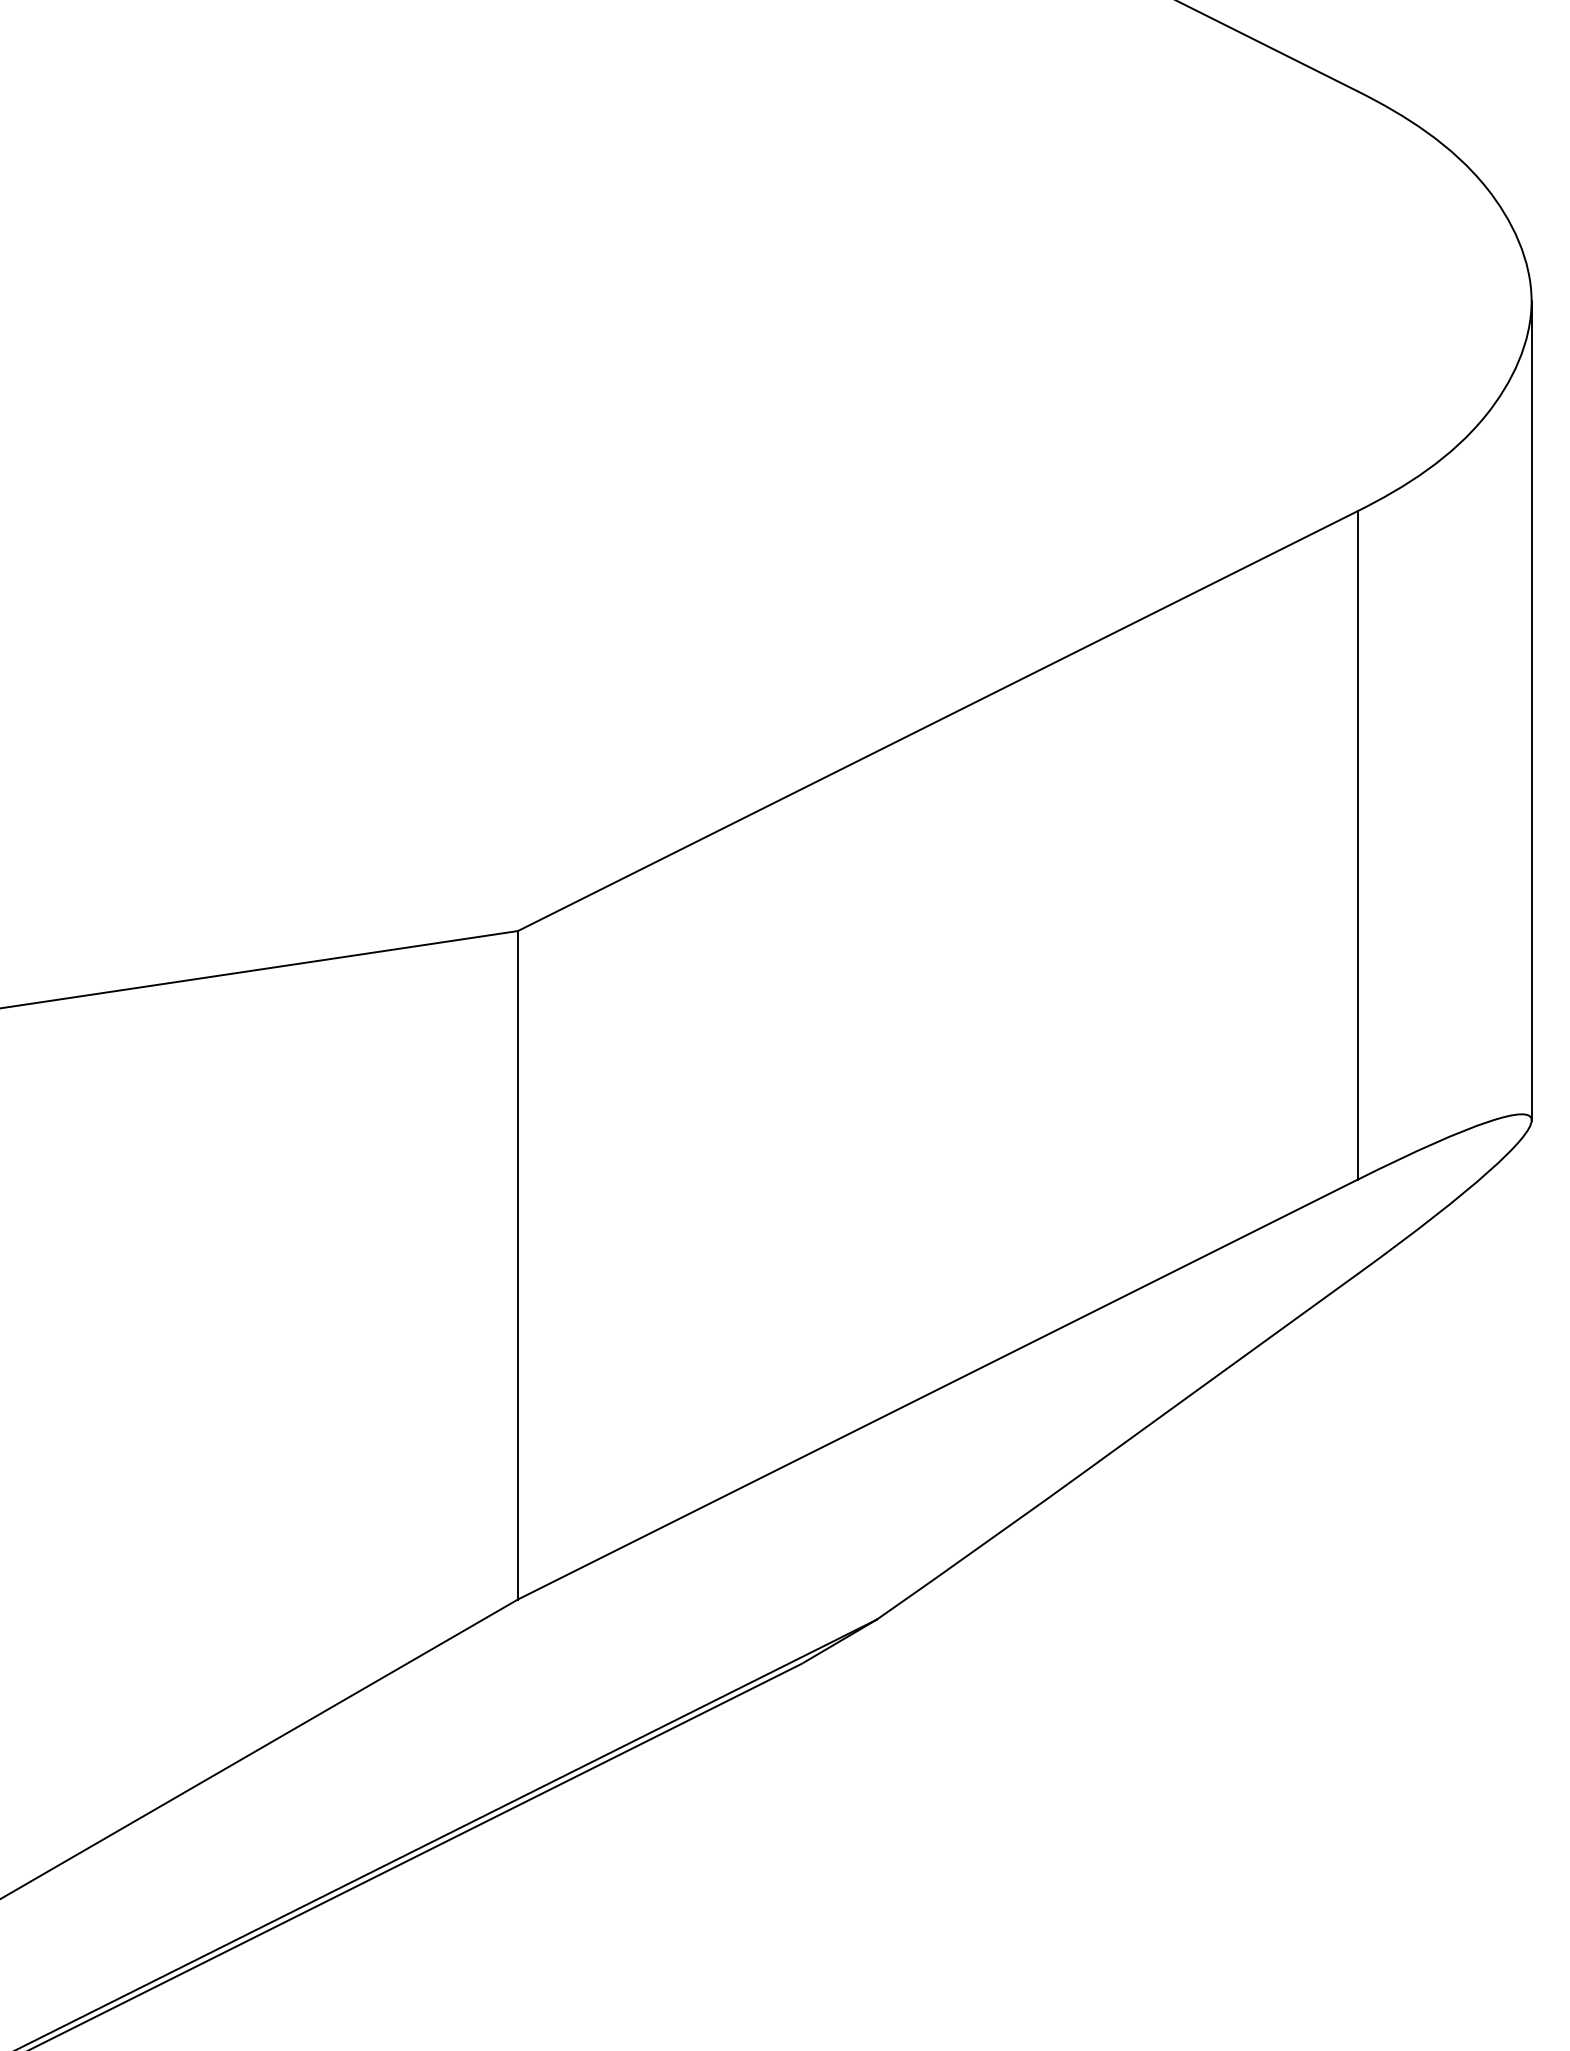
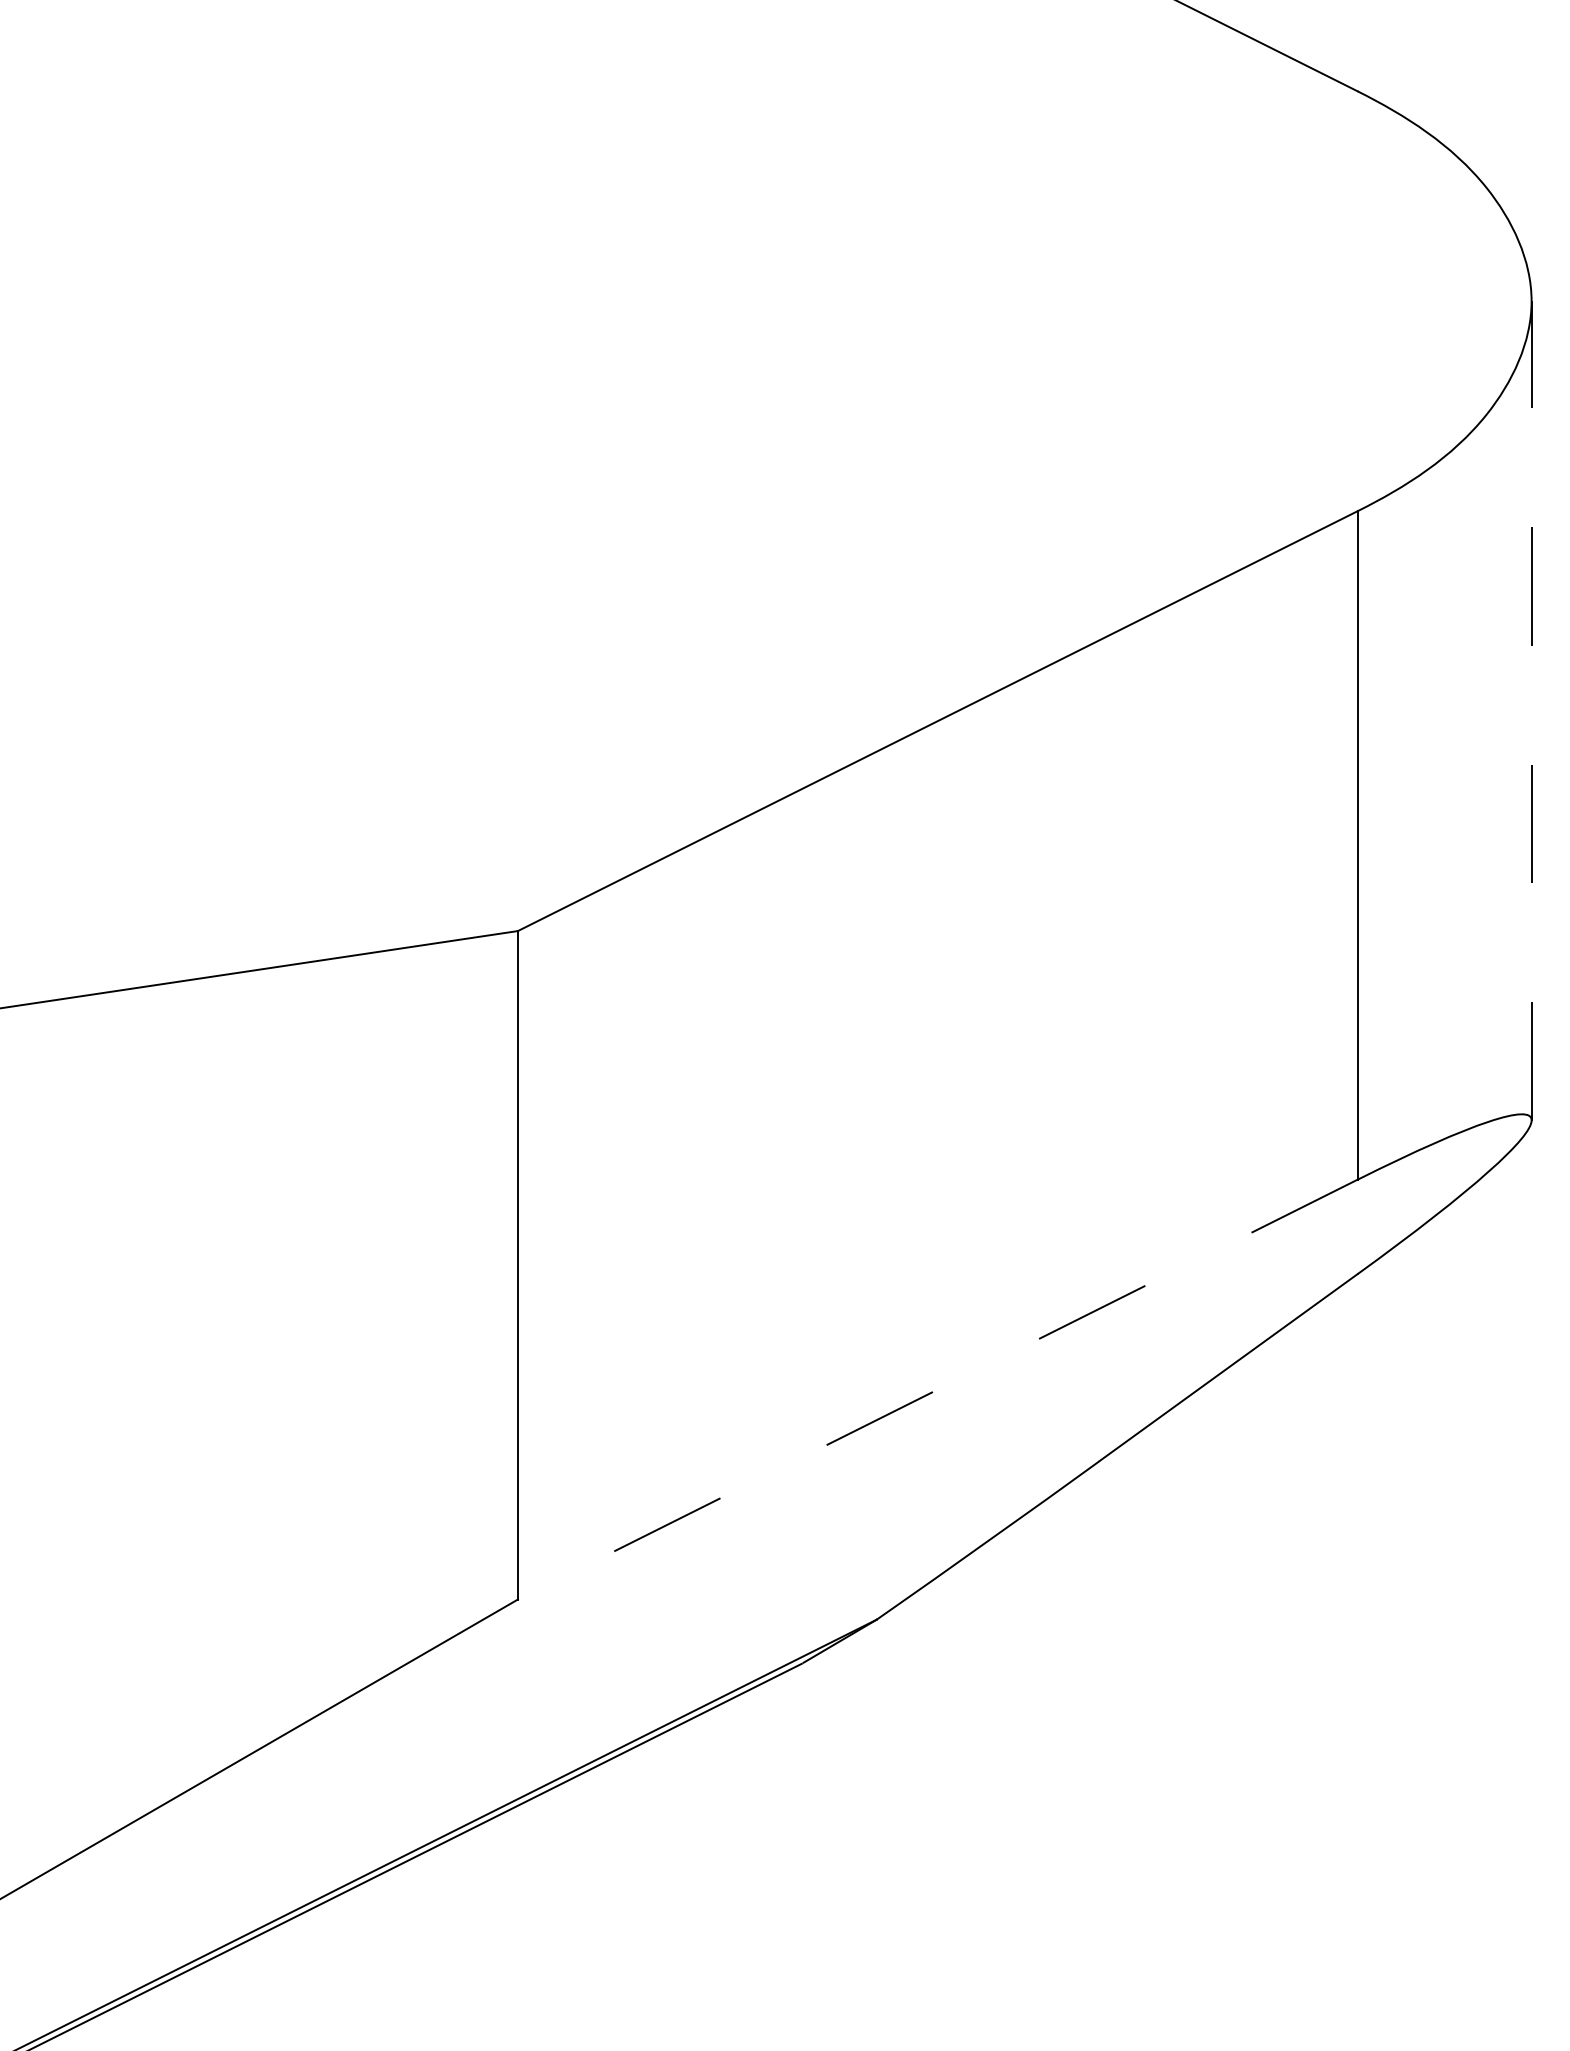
line at (1531, 711): solid -> dashed
line at (937, 1389): solid -> dashed
